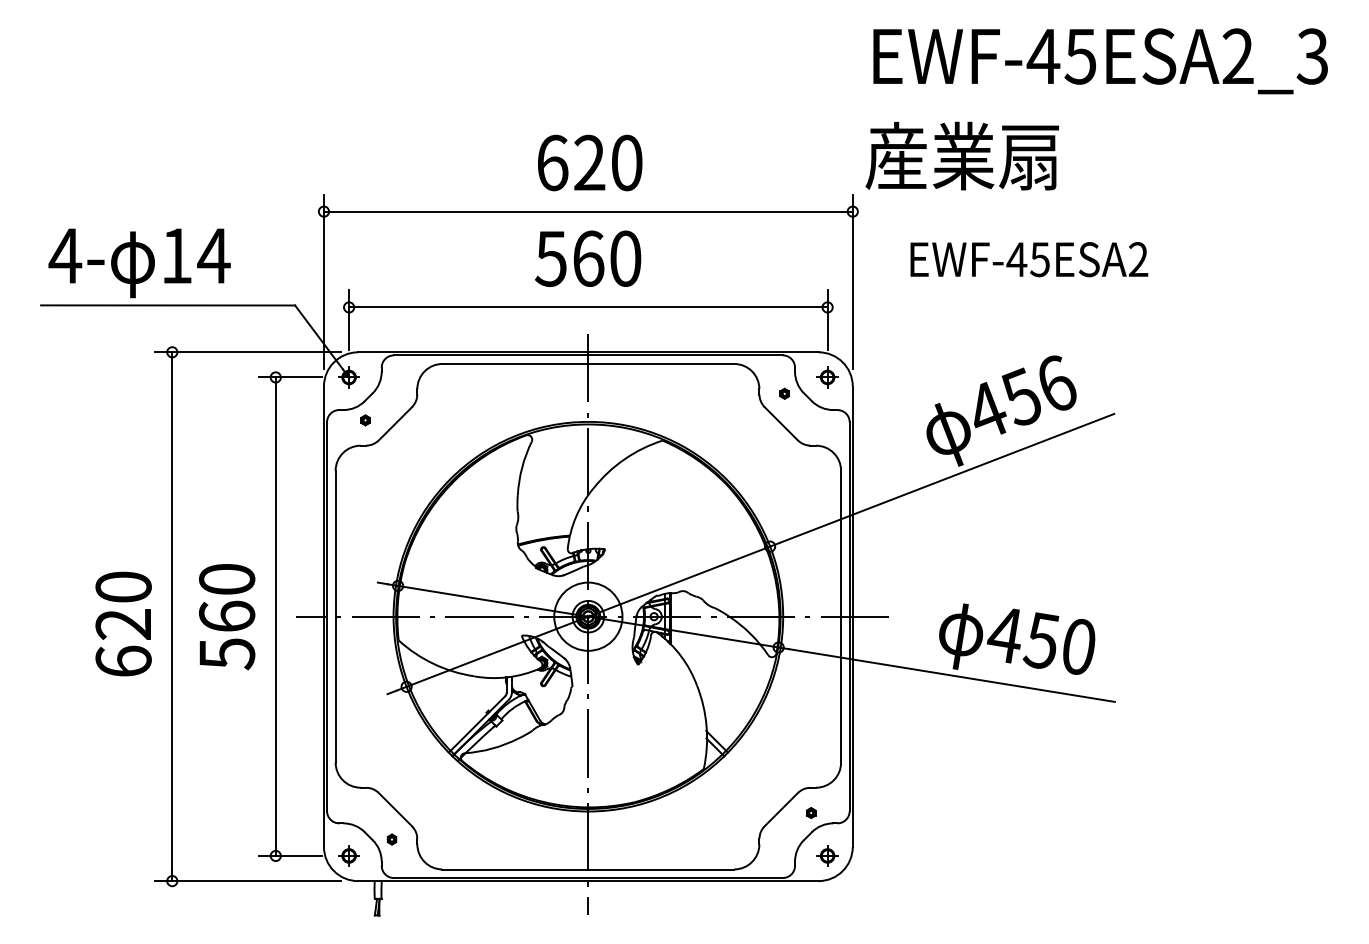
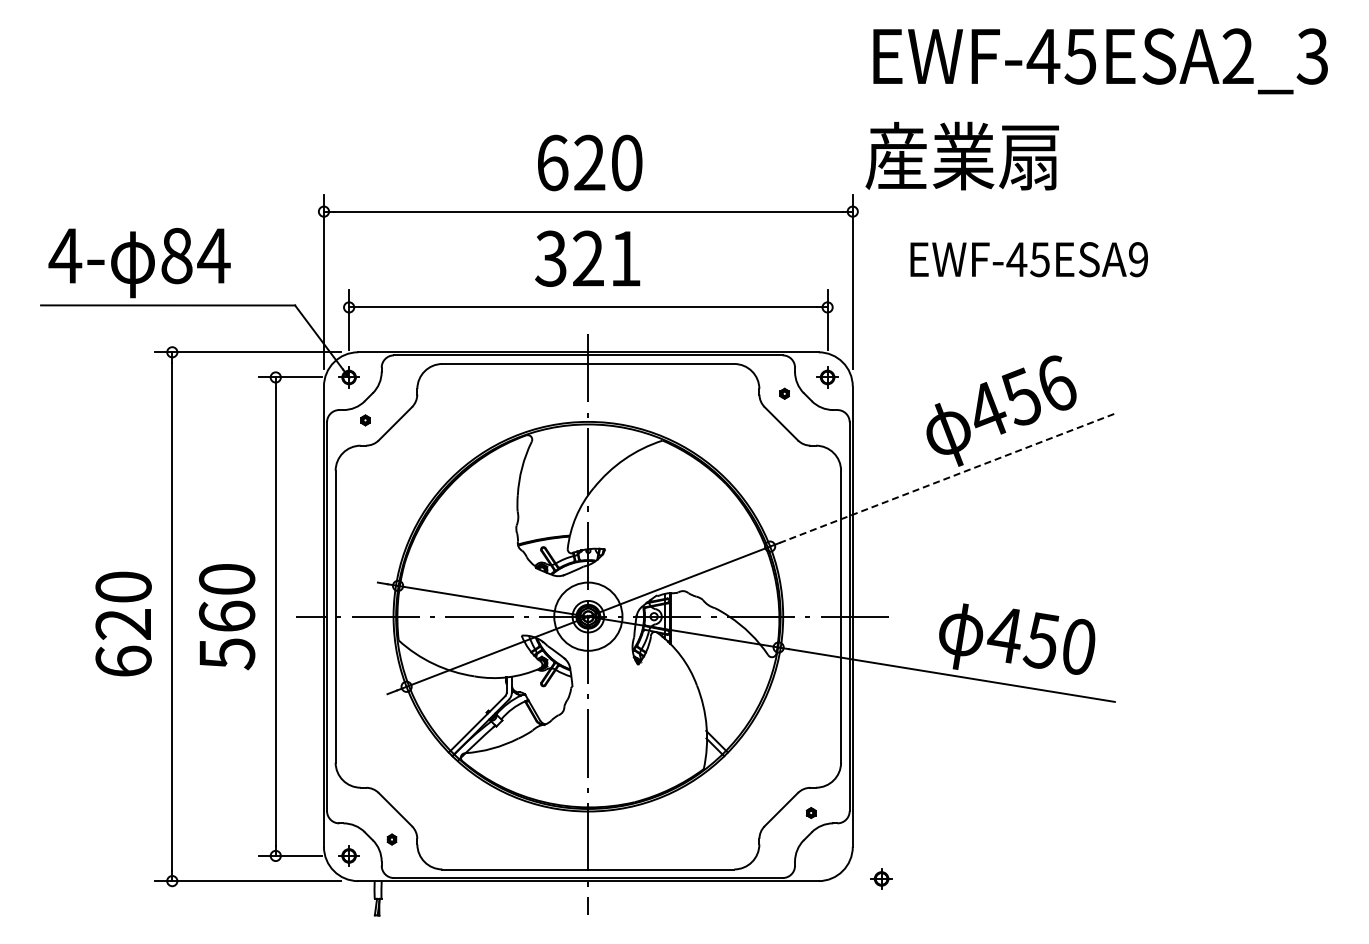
text at (176, 255): 14 -> 84
text at (588, 258): 560 -> 321
text at (1138, 259): EWF-45ESA2 -> EWF-45ESA9
line at (946, 478): solid -> dashed
part at (827, 855) position: (827, 855) -> (881, 878)
